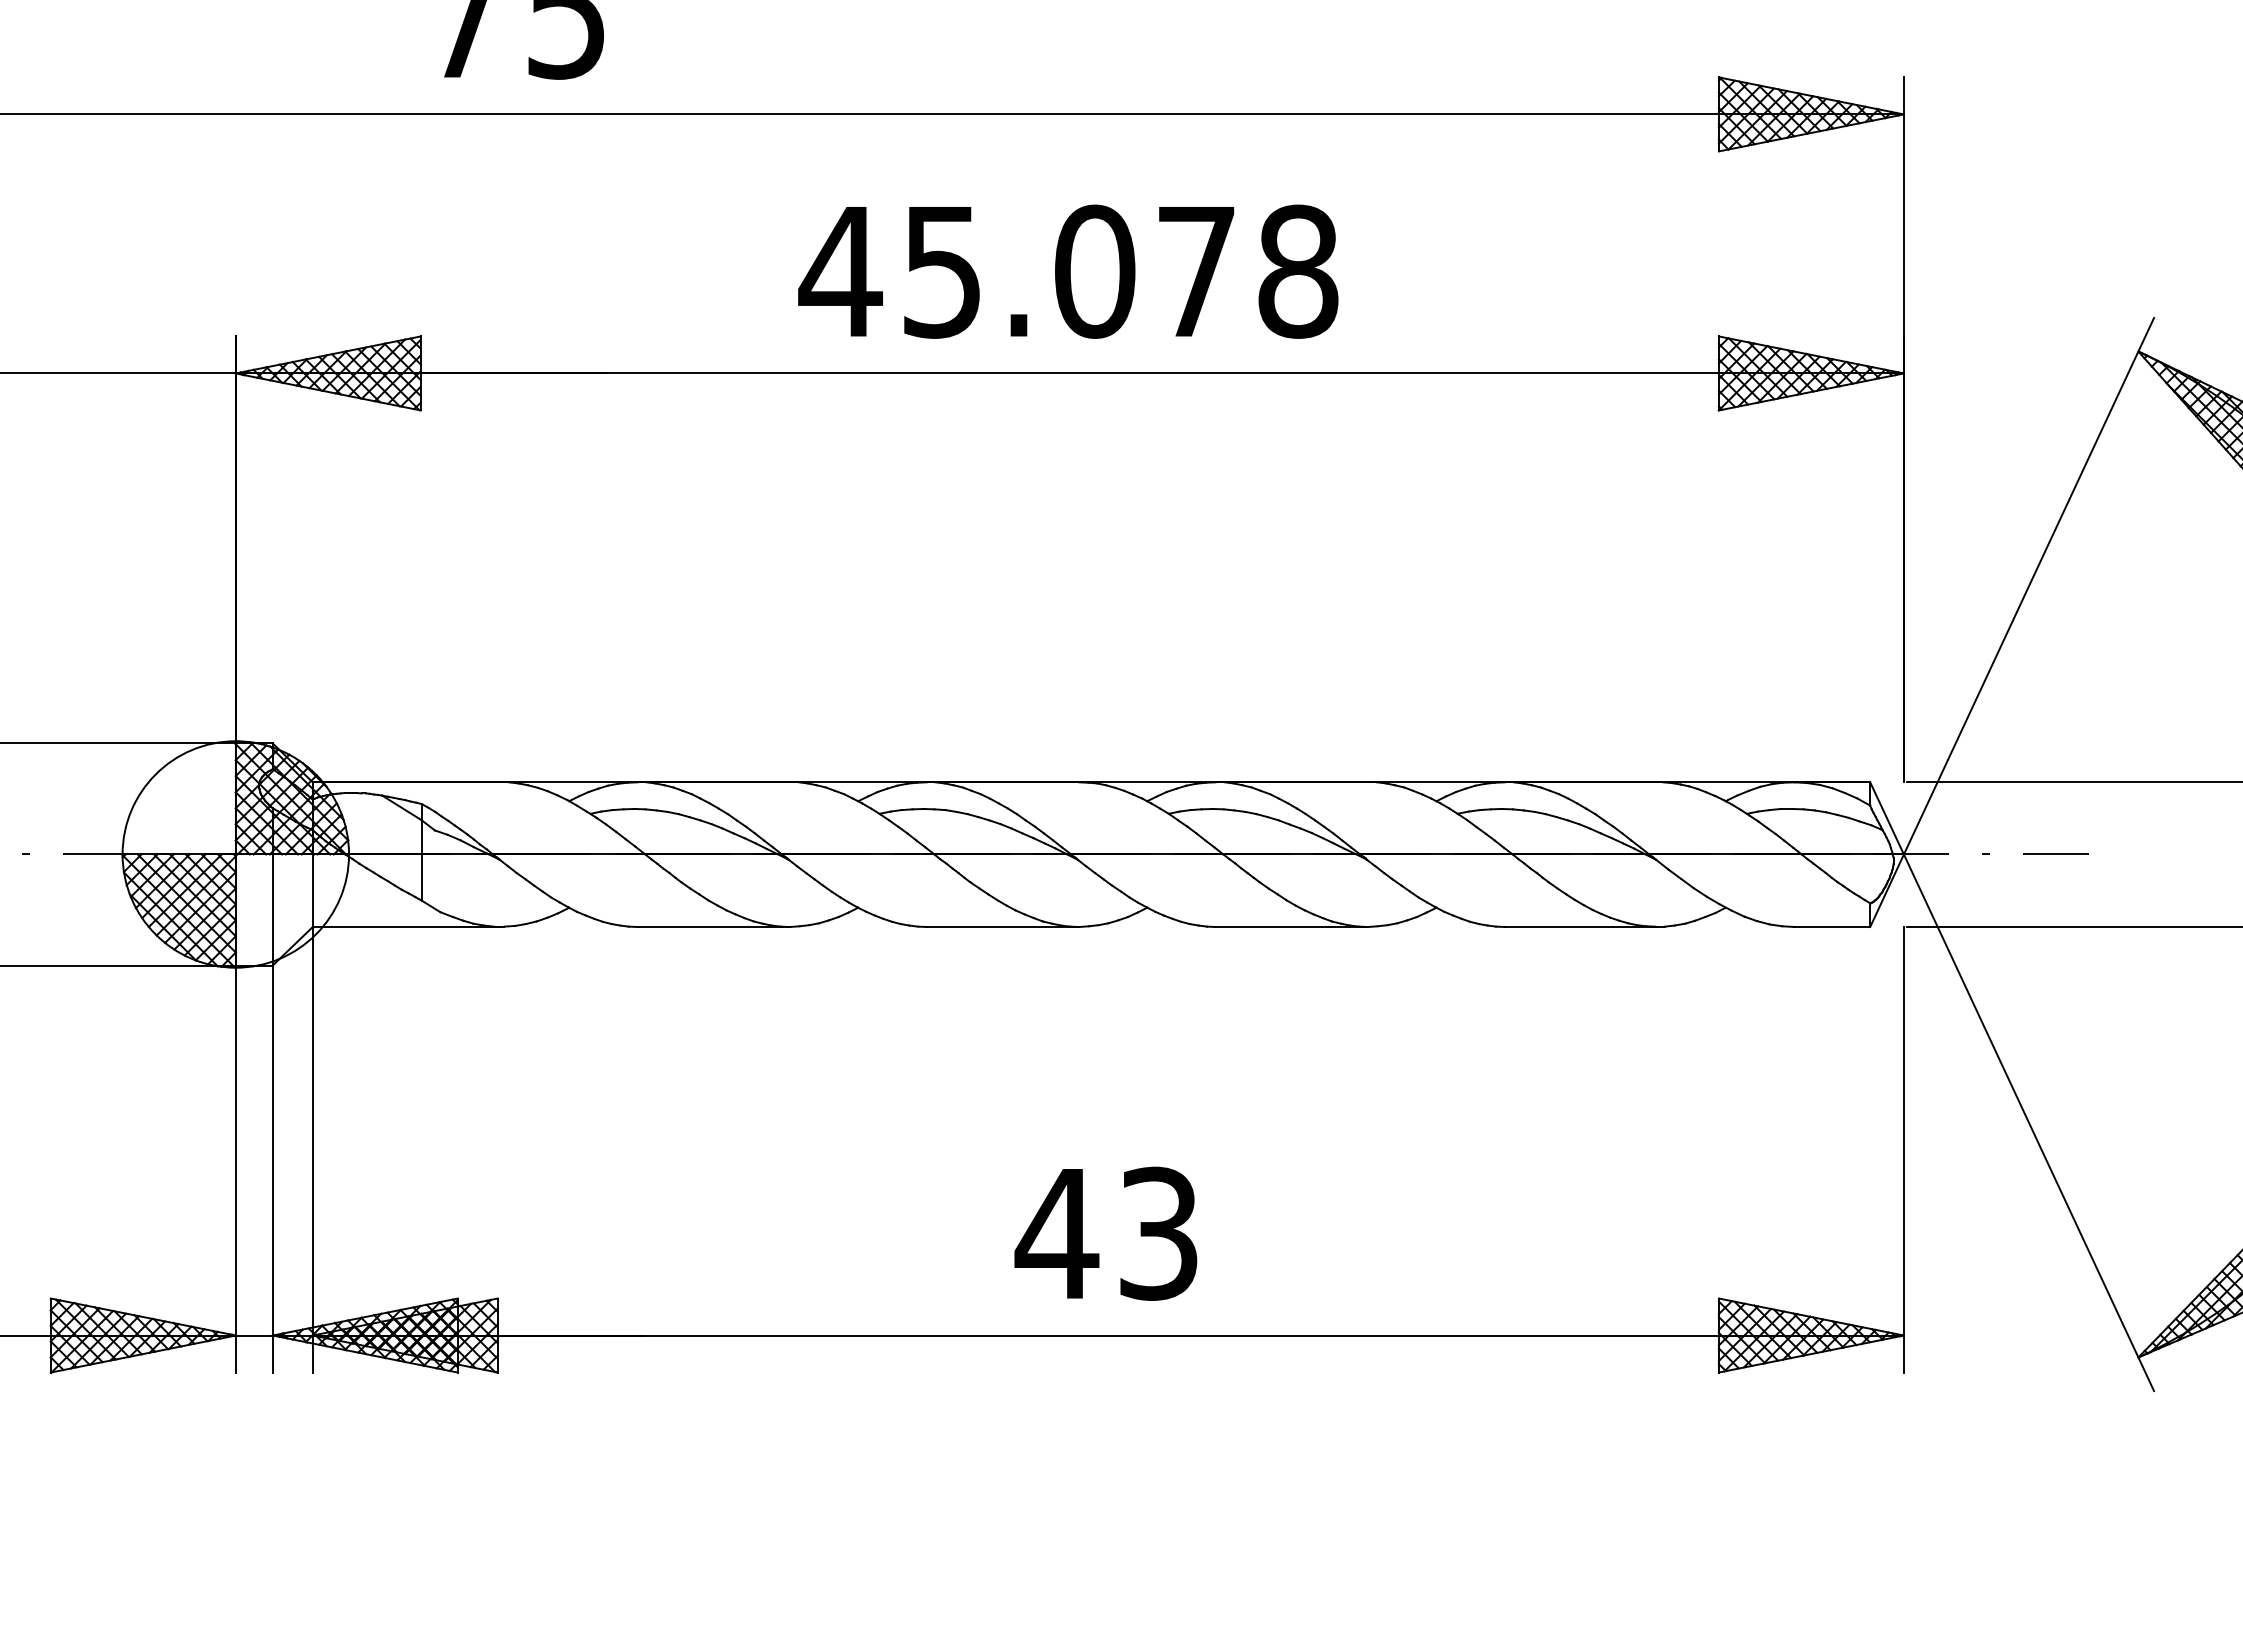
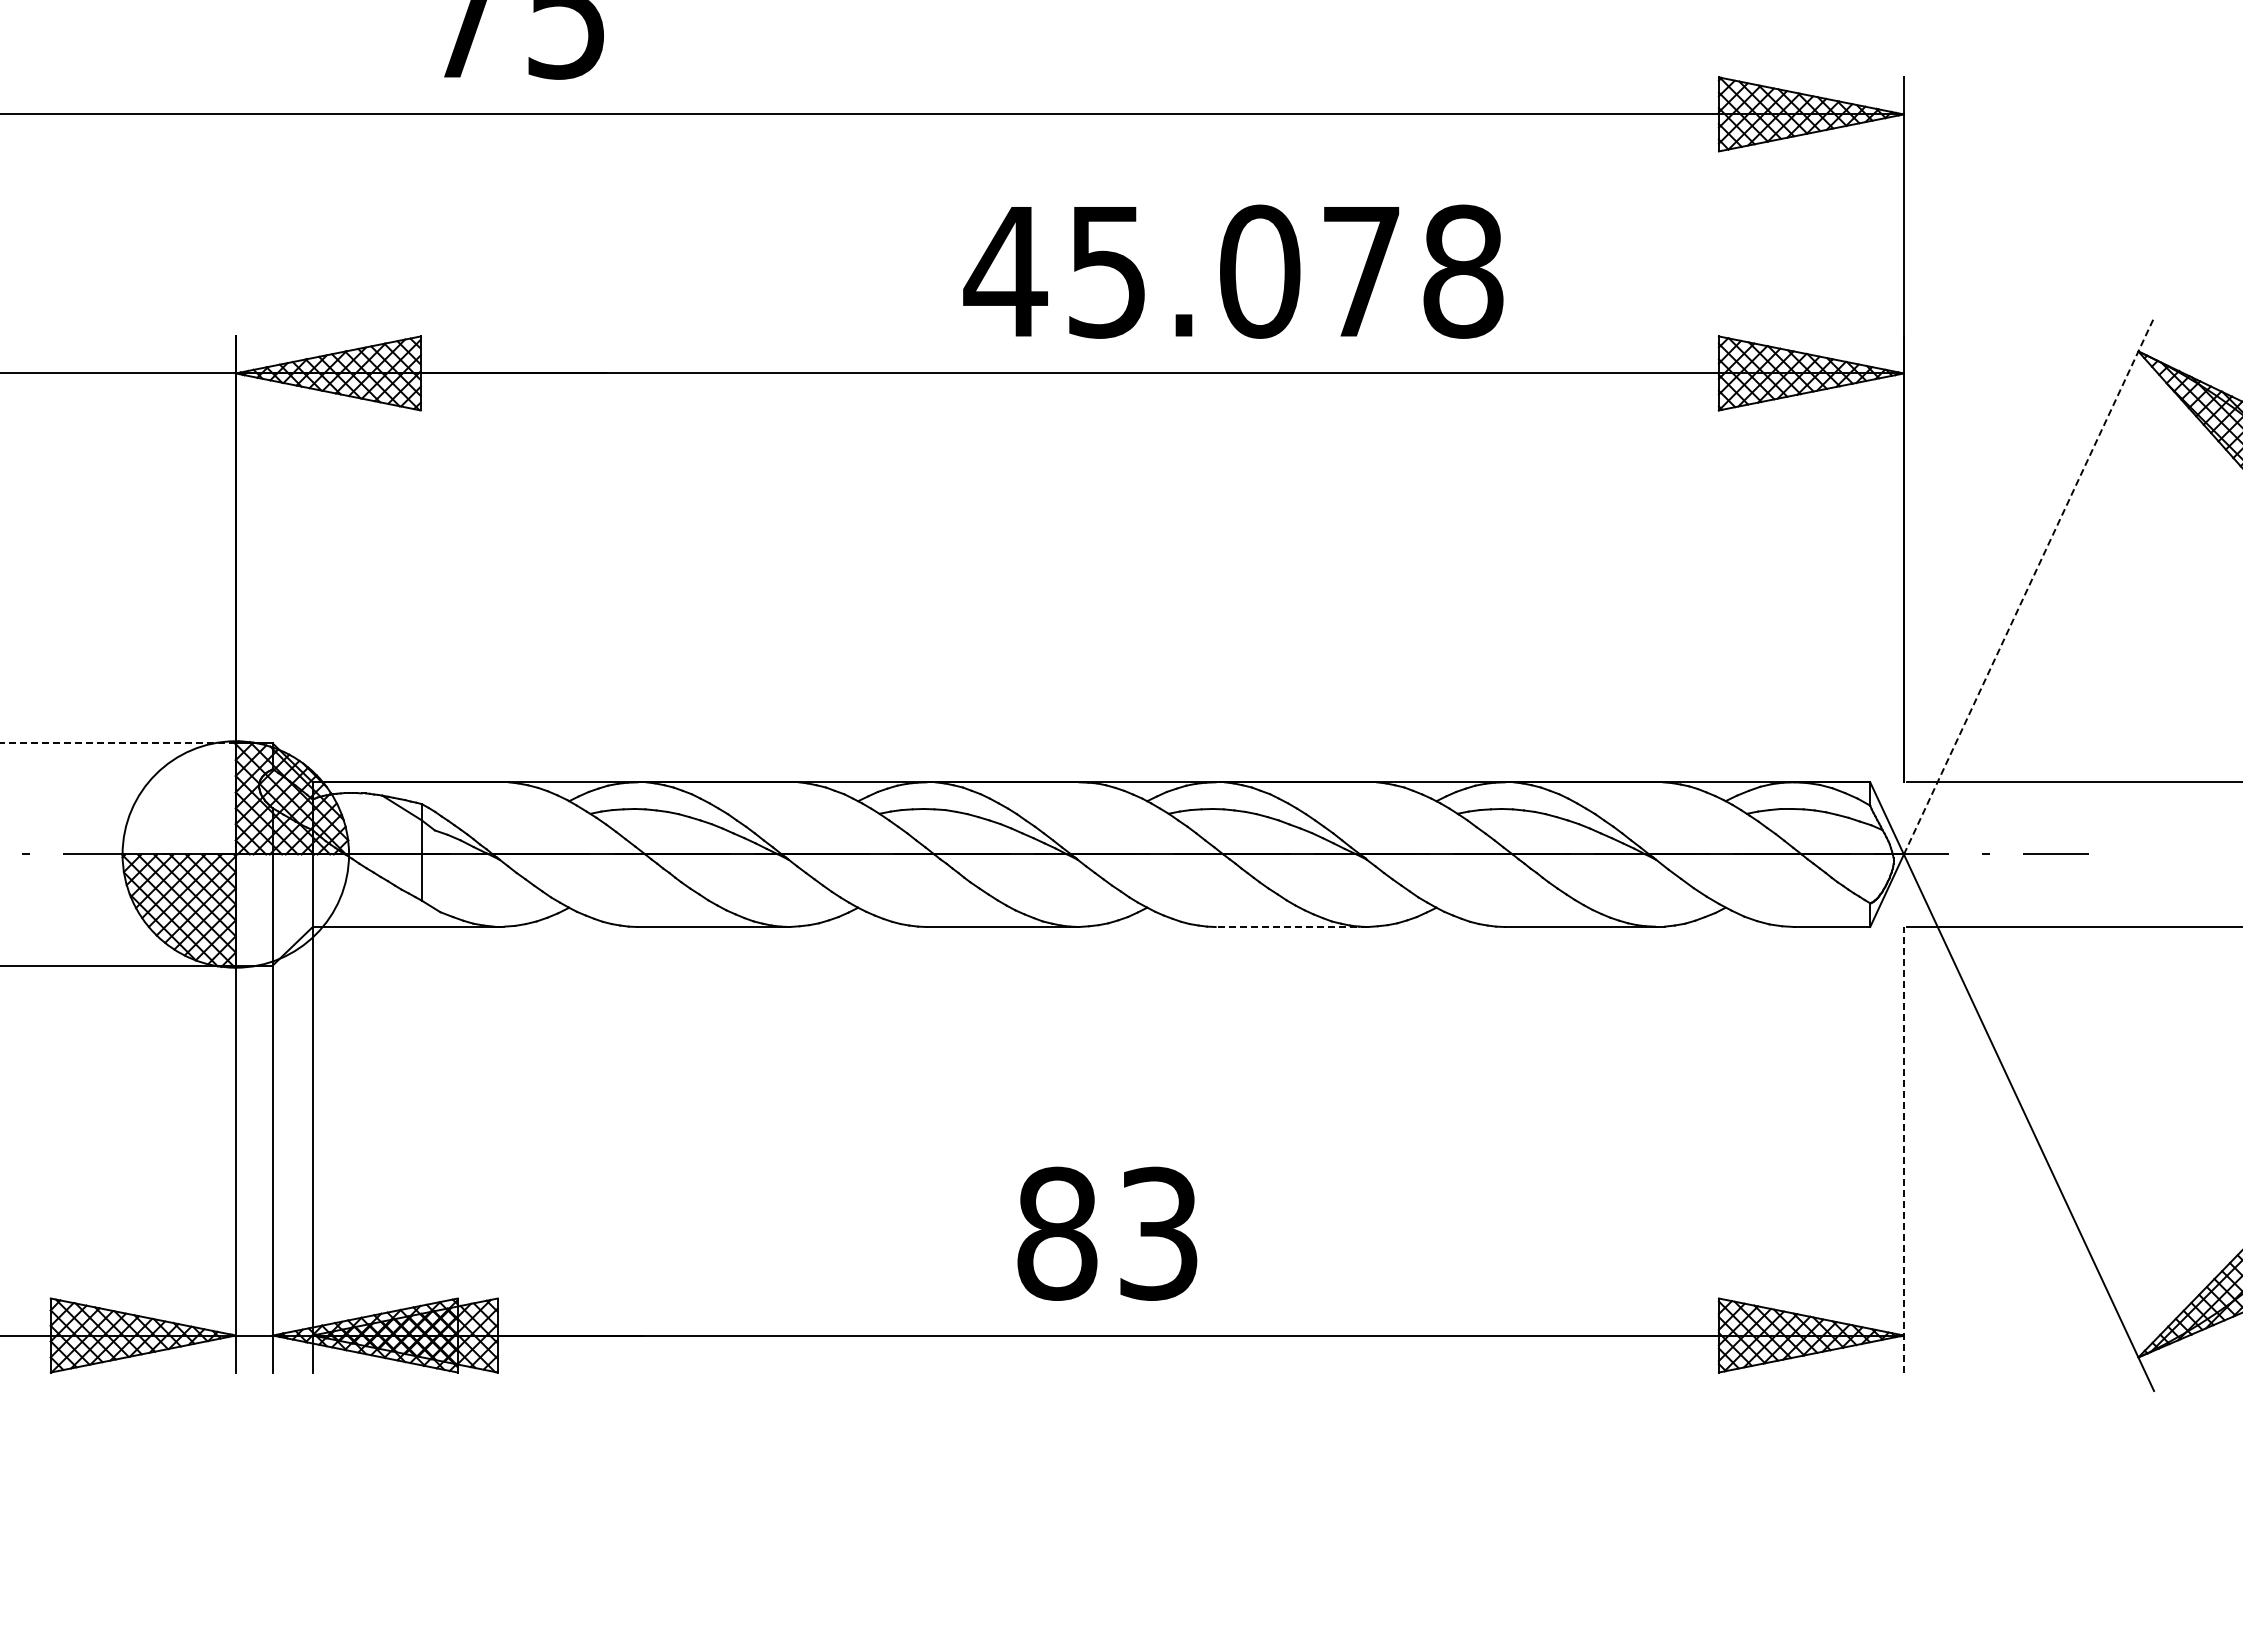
text at (1068, 271) position: (1068, 271) -> (1233, 271)
line at (2028, 586): solid -> dashed
line at (117, 743): solid -> dashed
line at (1291, 927): solid -> dashed
line at (1903, 1149): solid -> dashed
text at (1056, 1233): 43 -> 83
